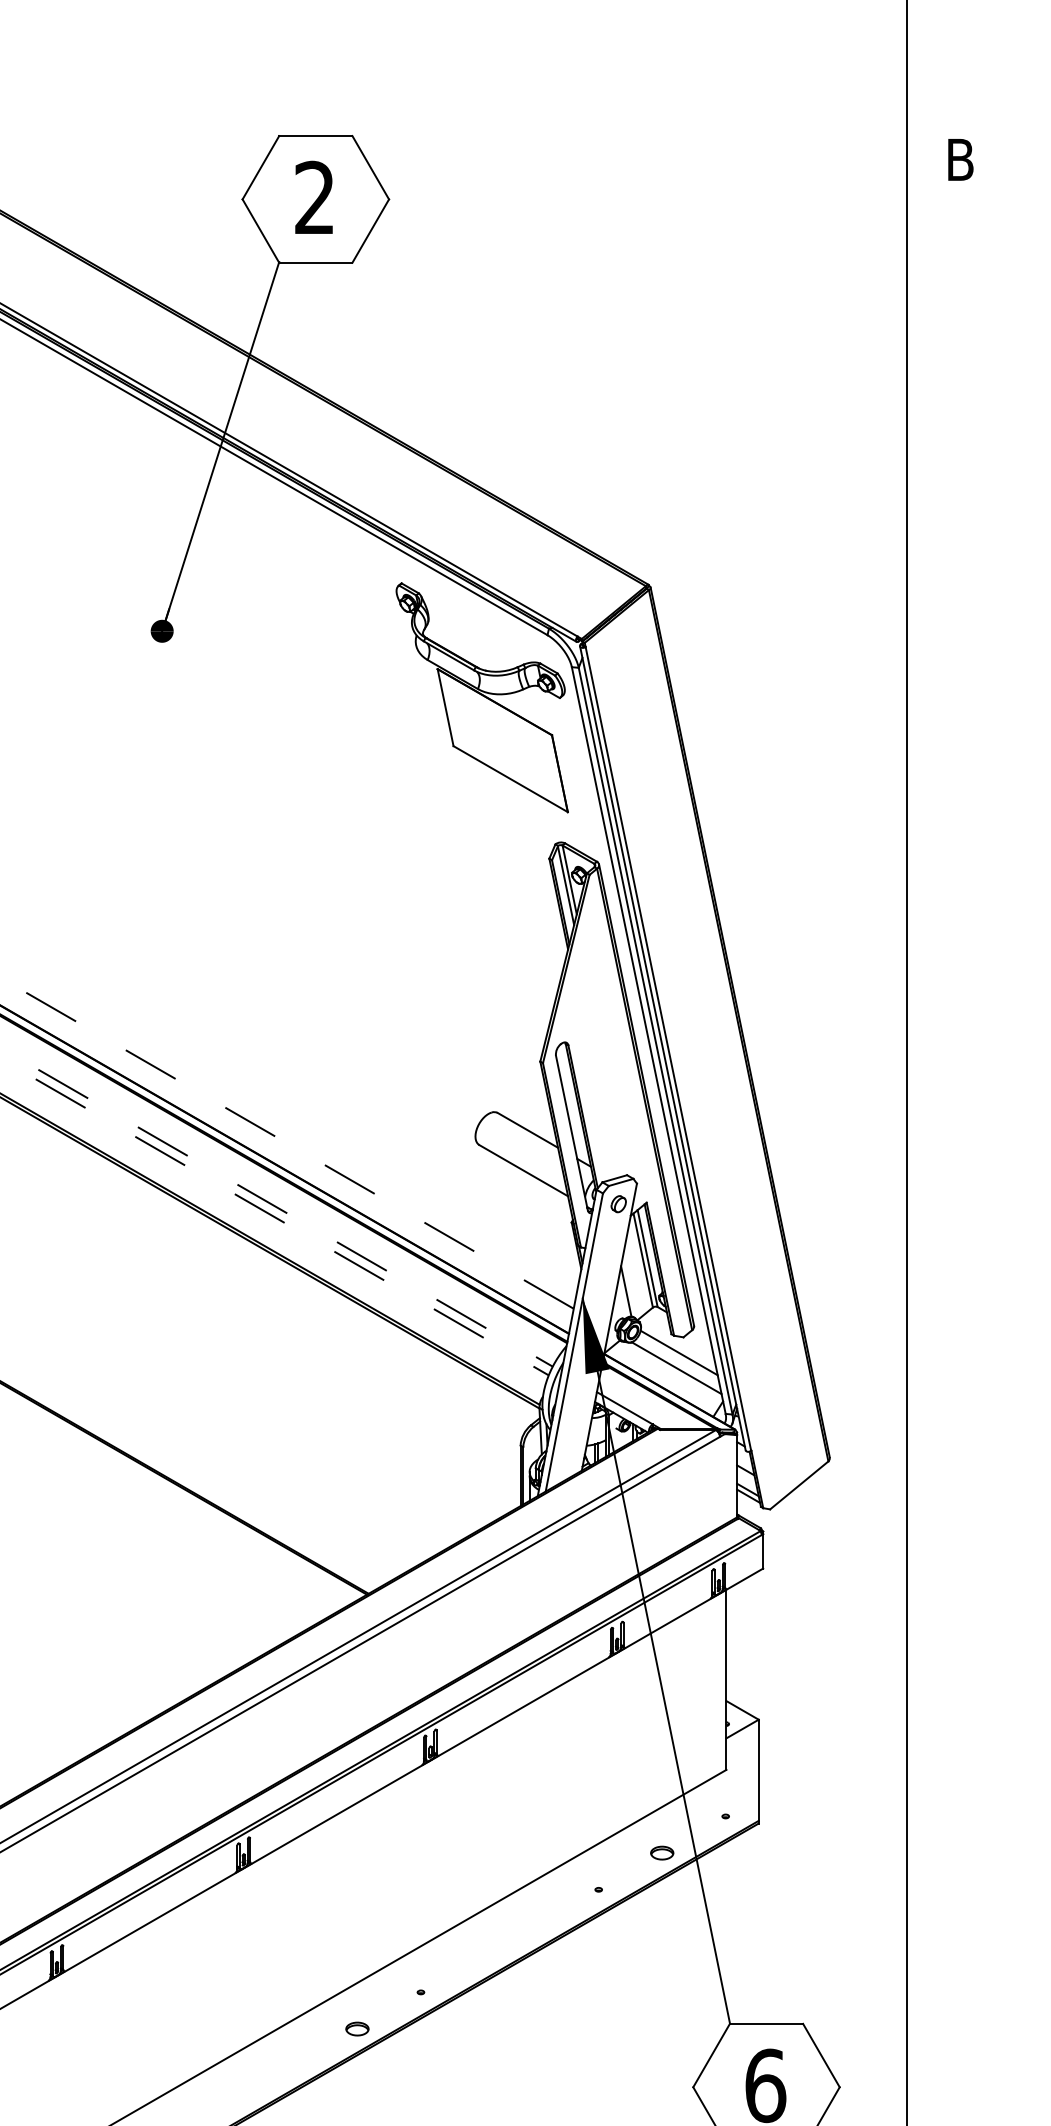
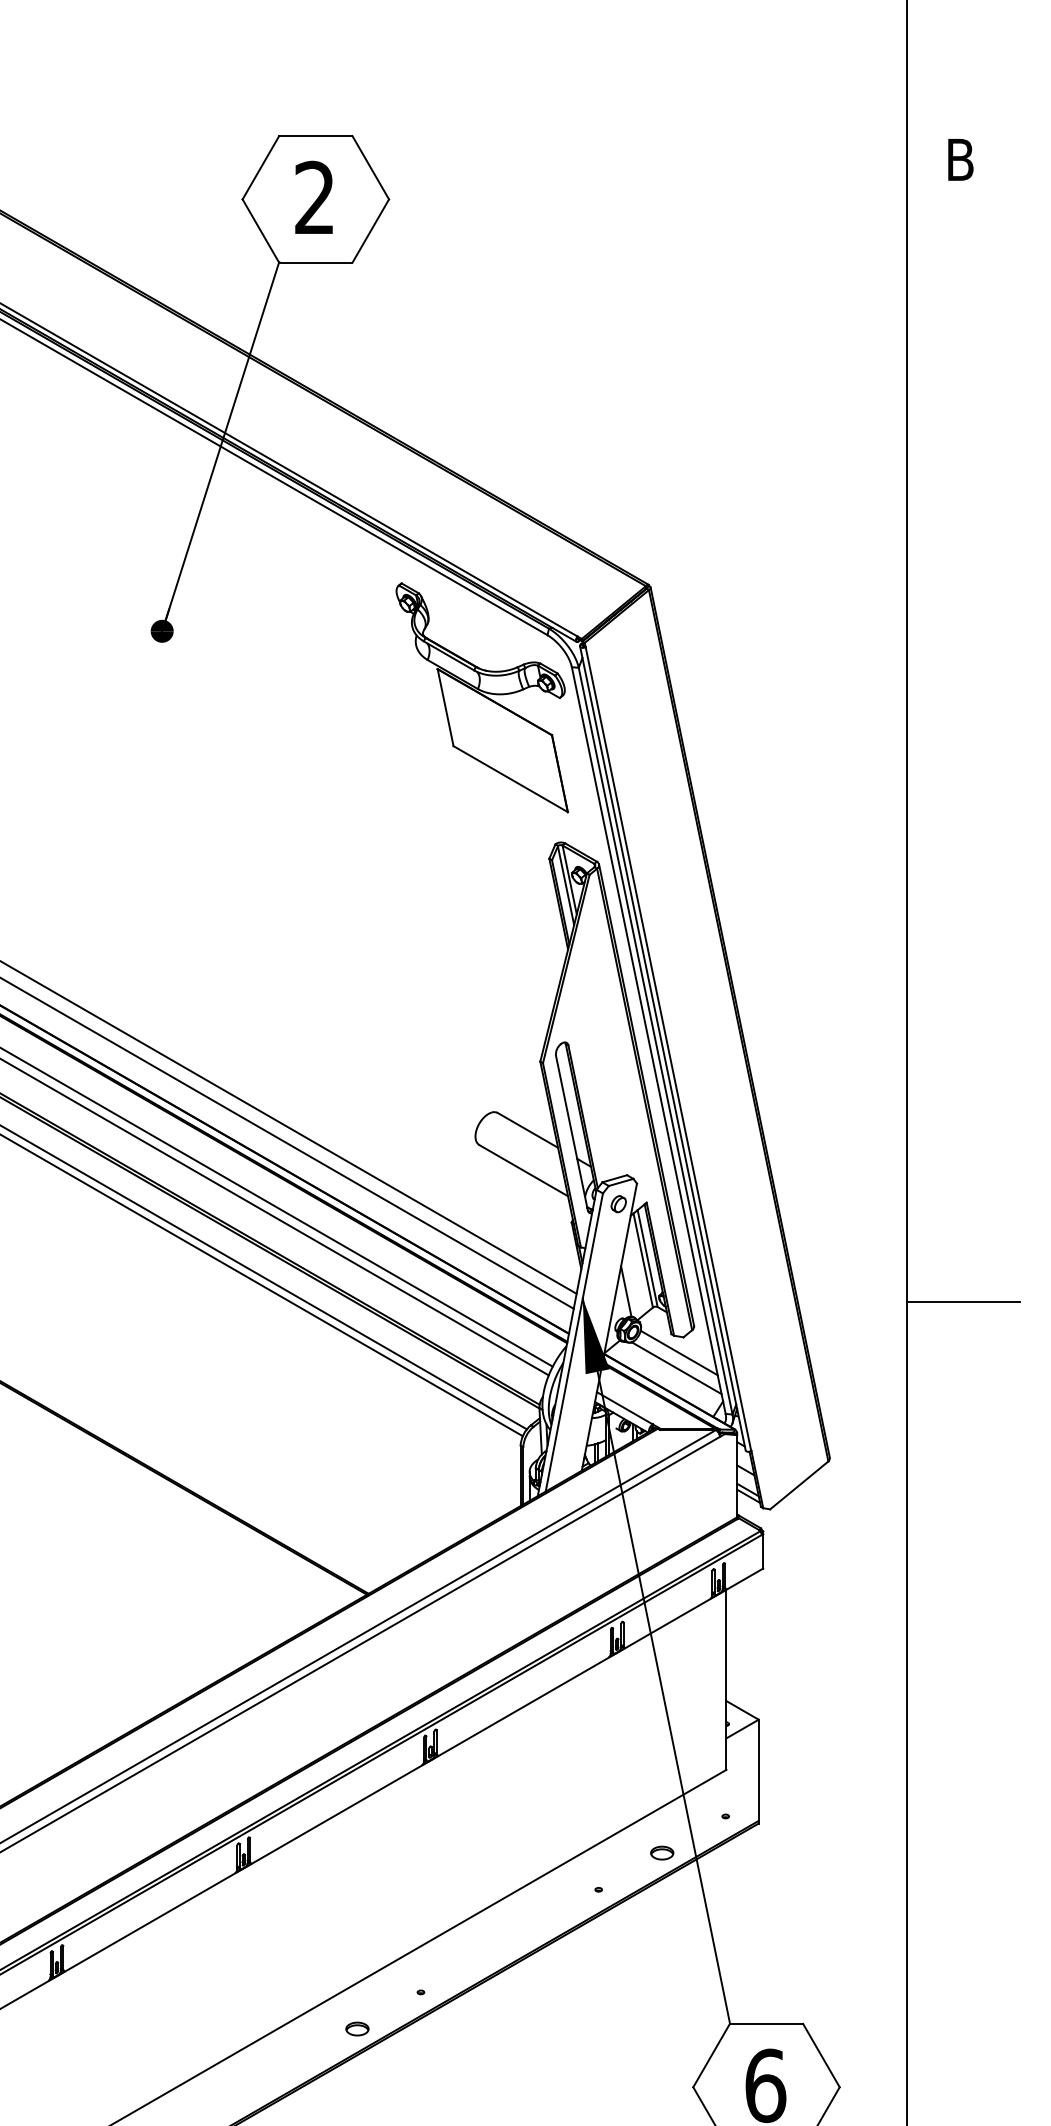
line at (289, 1127): none -> present
line at (287, 1143): dashed -> solid
line at (276, 1207): dashed -> solid
line at (275, 1217): dashed -> solid
line at (264, 1277): none -> present
line at (262, 1285): none -> present
line at (962, 1301): none -> present
